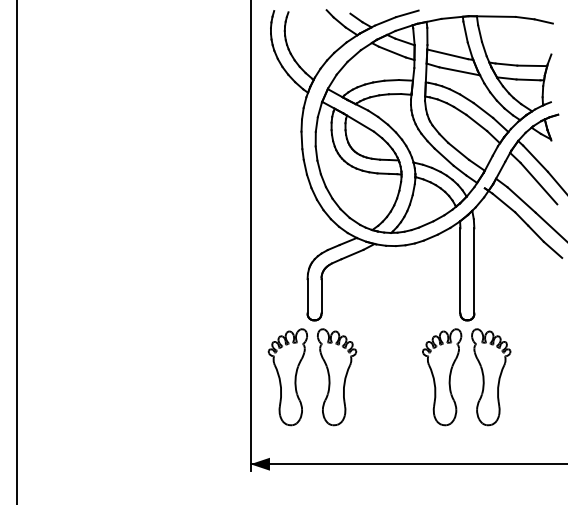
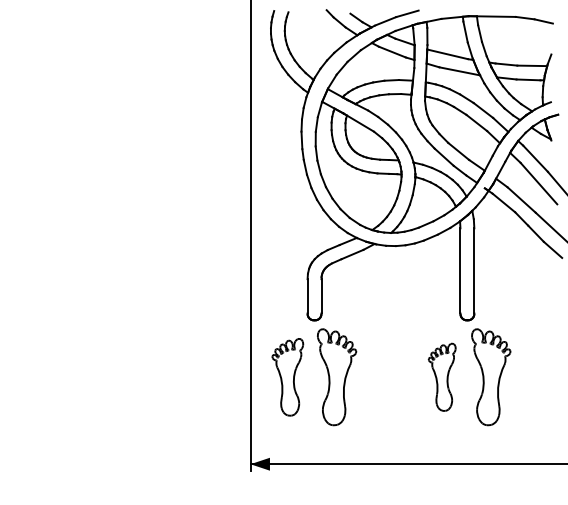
line at (17, 251): present -> none
part at (287, 377) size: 41x99 px -> 34x79 px
part at (442, 377) size: 41x99 px -> 30x70 px
